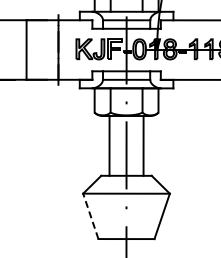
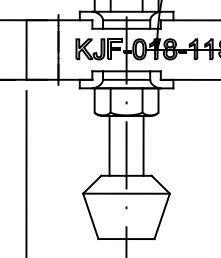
line at (26, 172): none -> present
line at (90, 216): dashed -> solid
